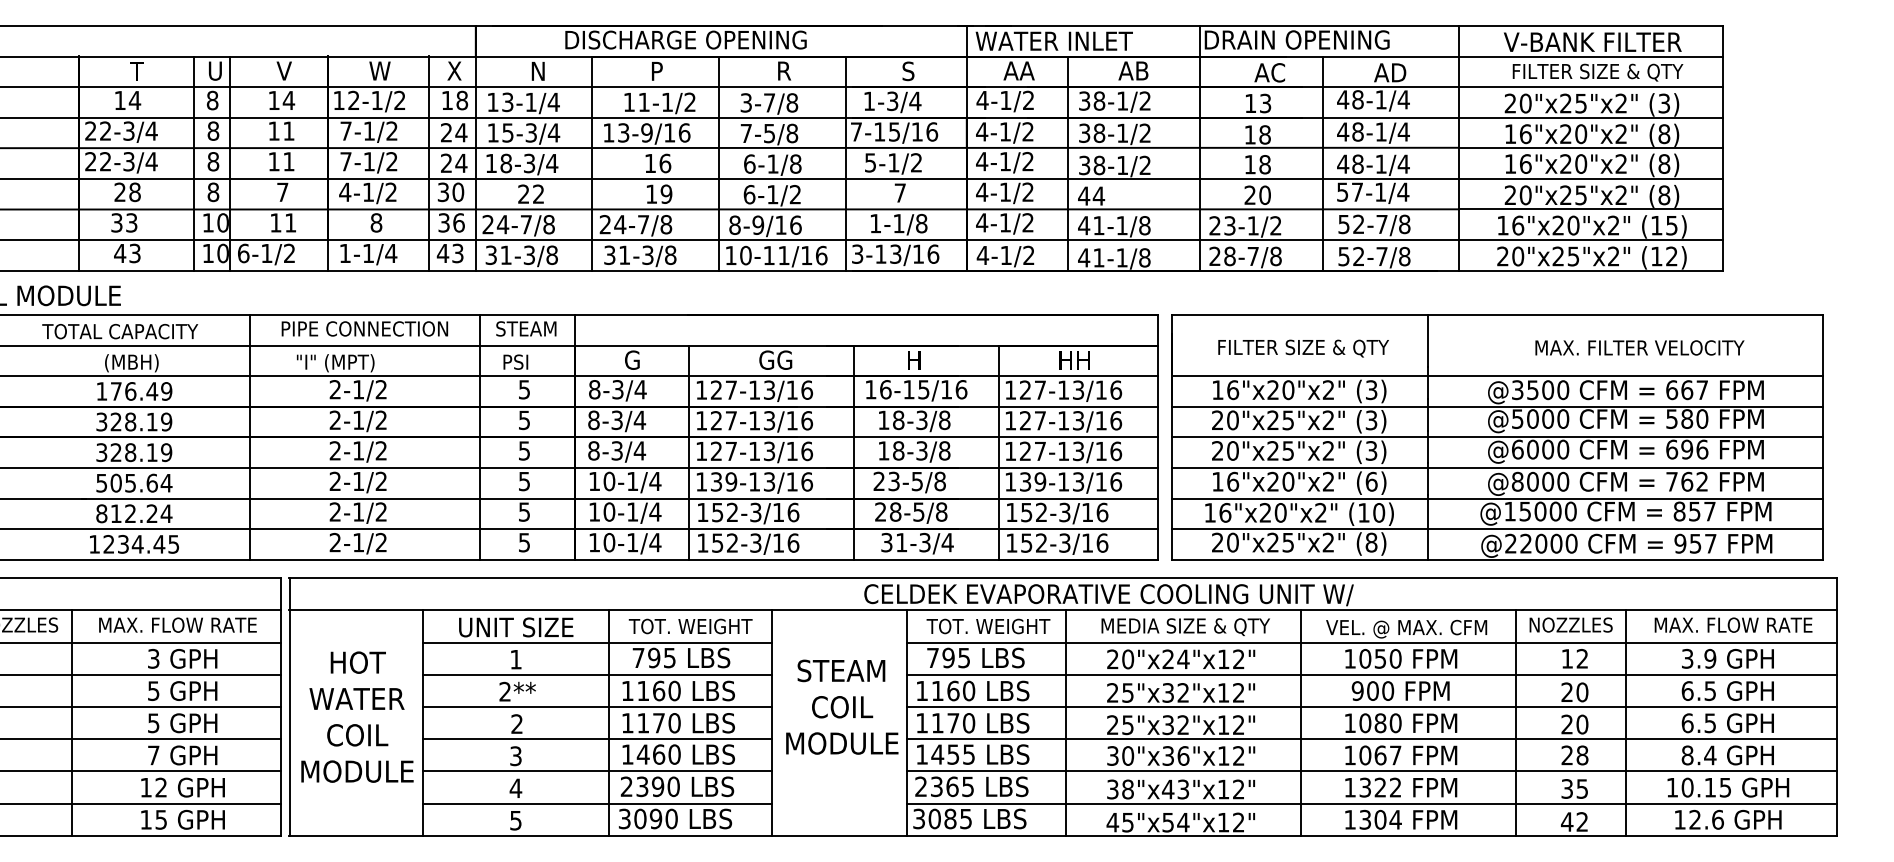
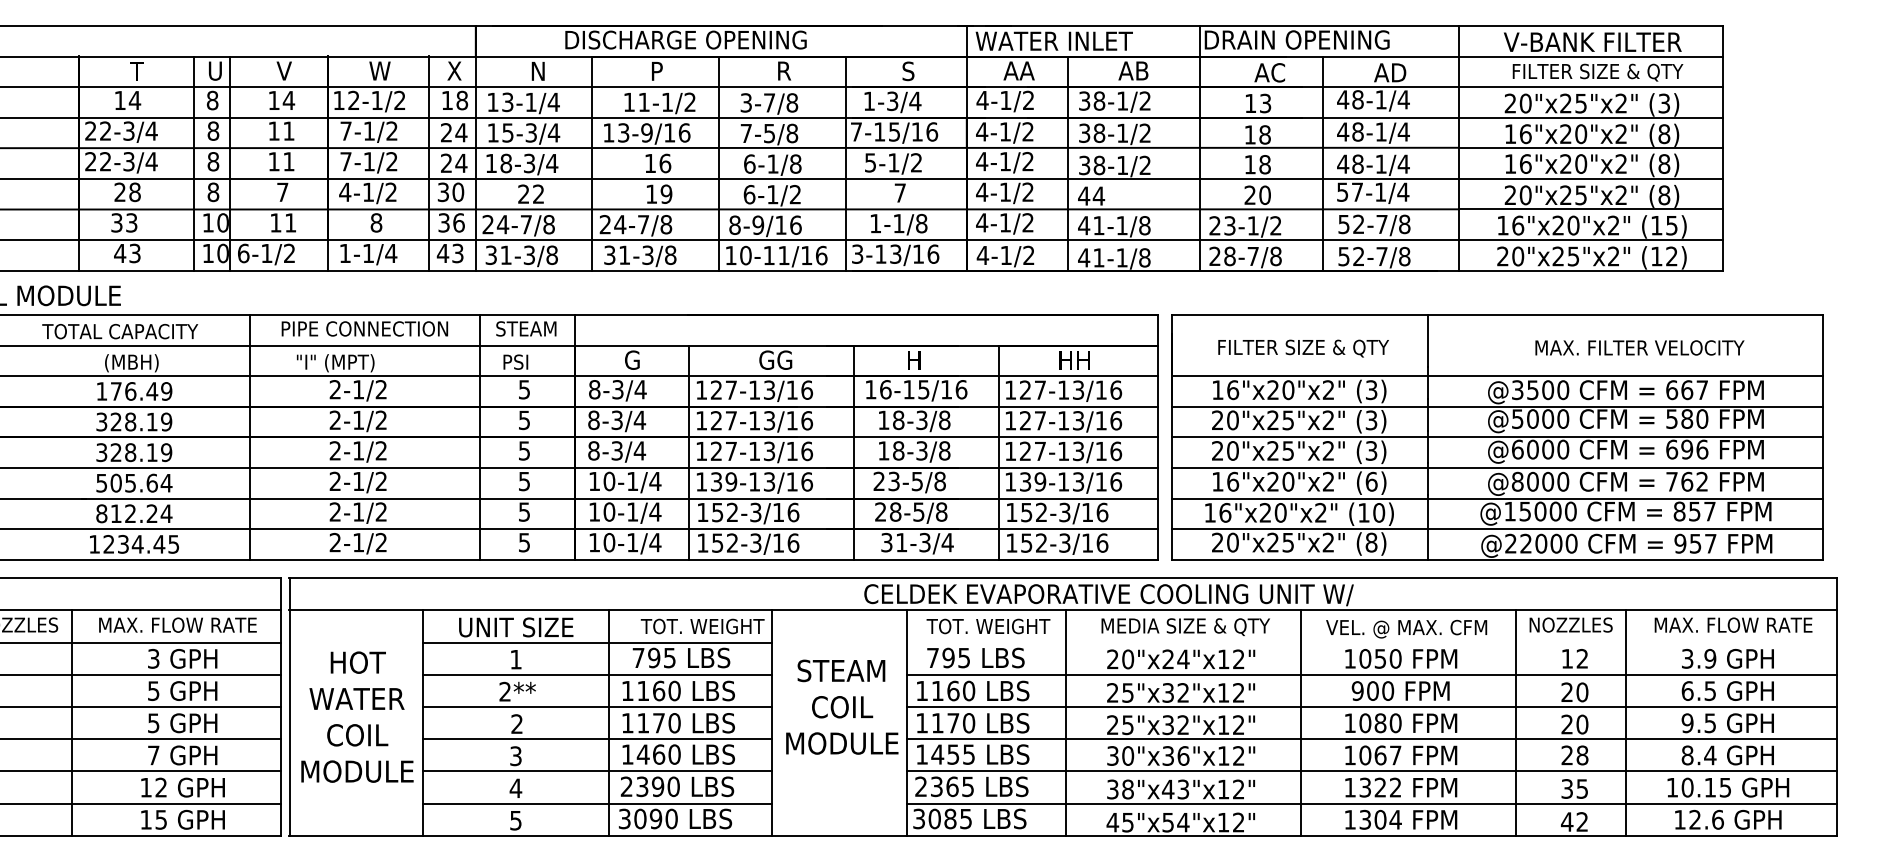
text at (690, 626) position: (690, 626) -> (702, 626)
line at (1372, 642): present -> none
text at (1687, 723): 6.5 -> 9.5
